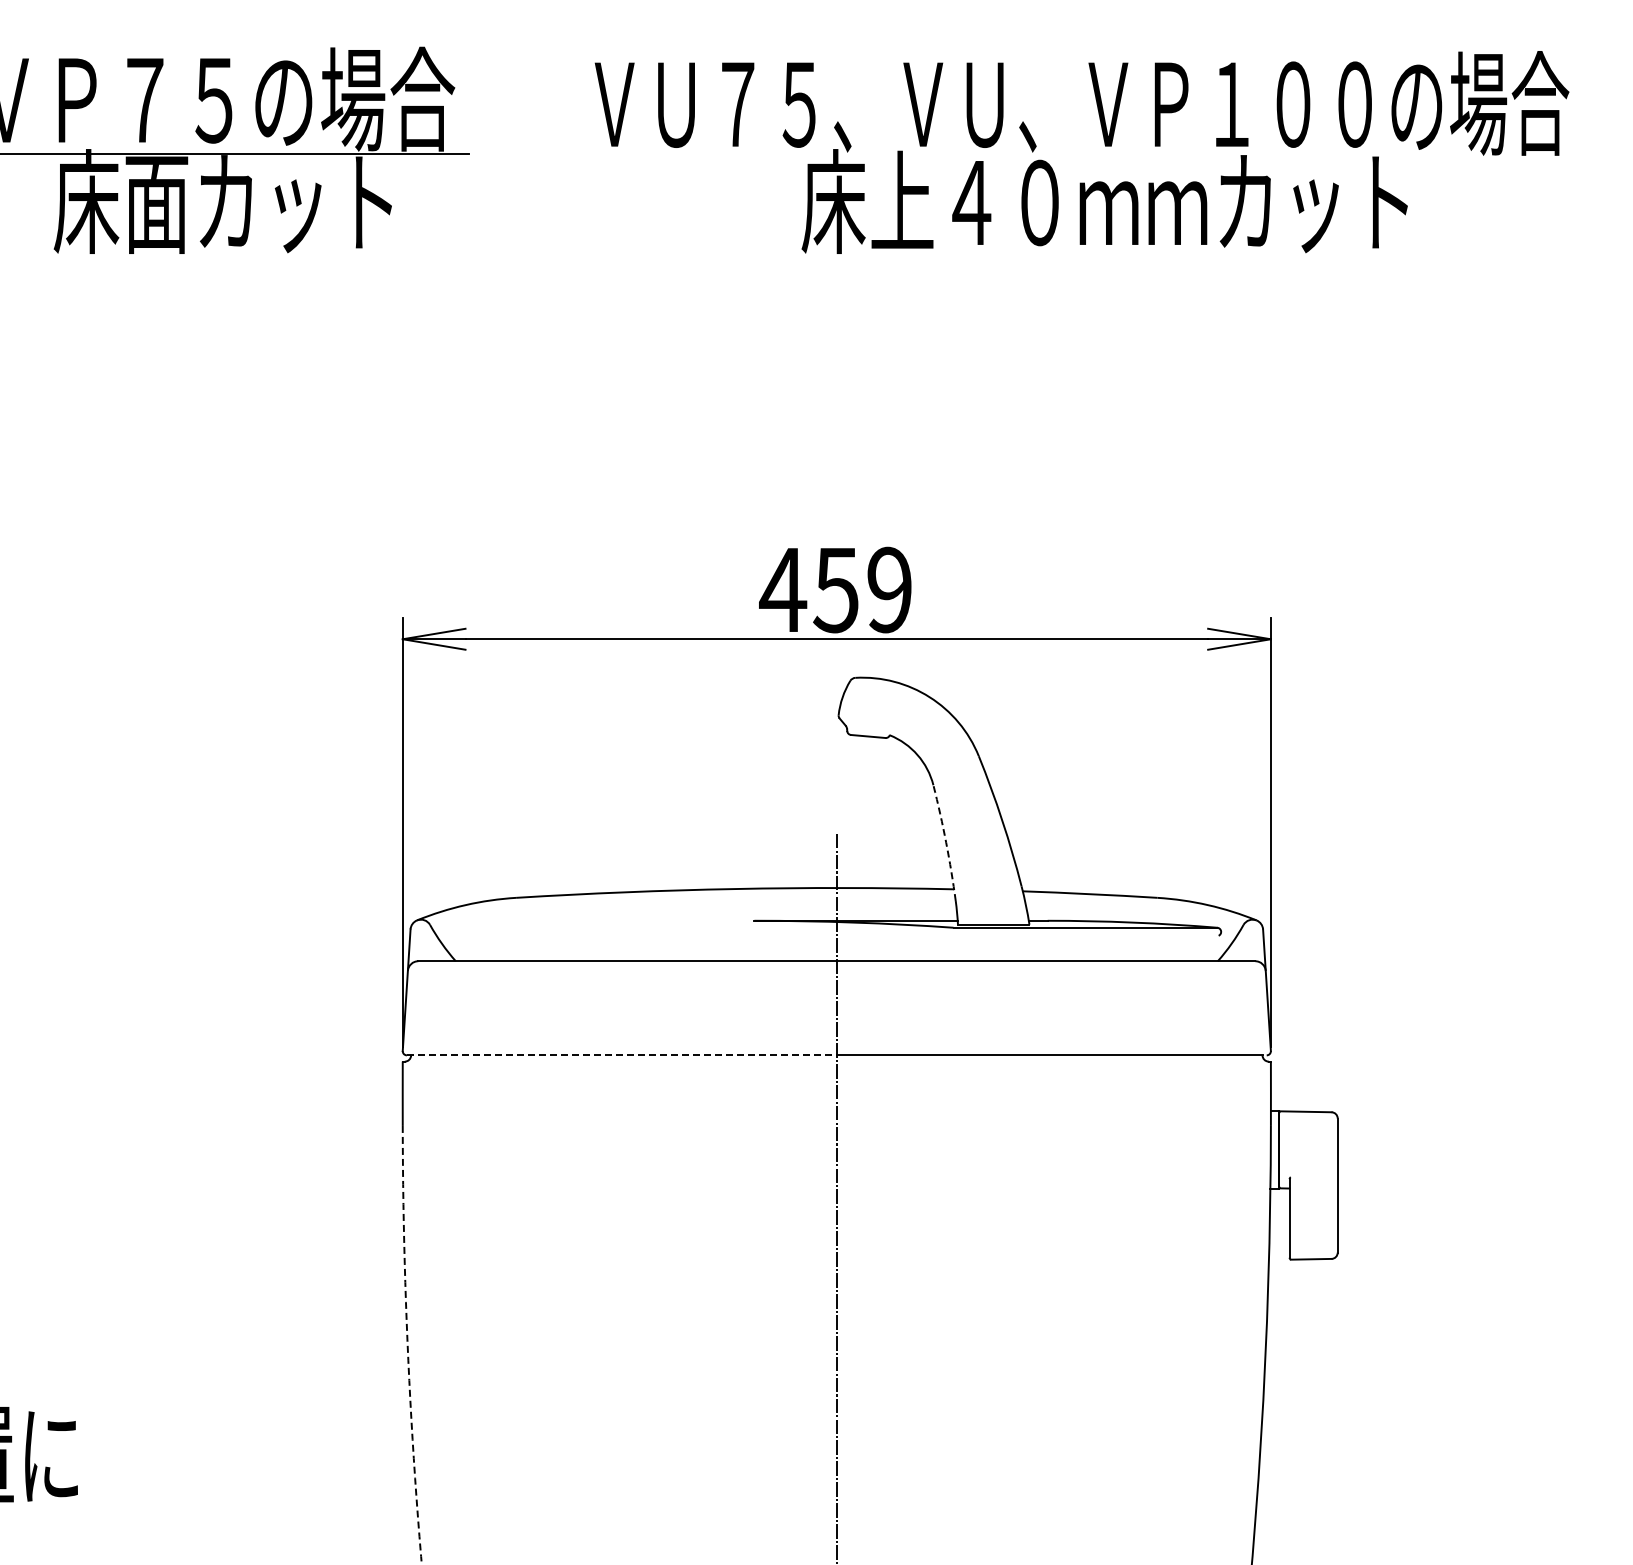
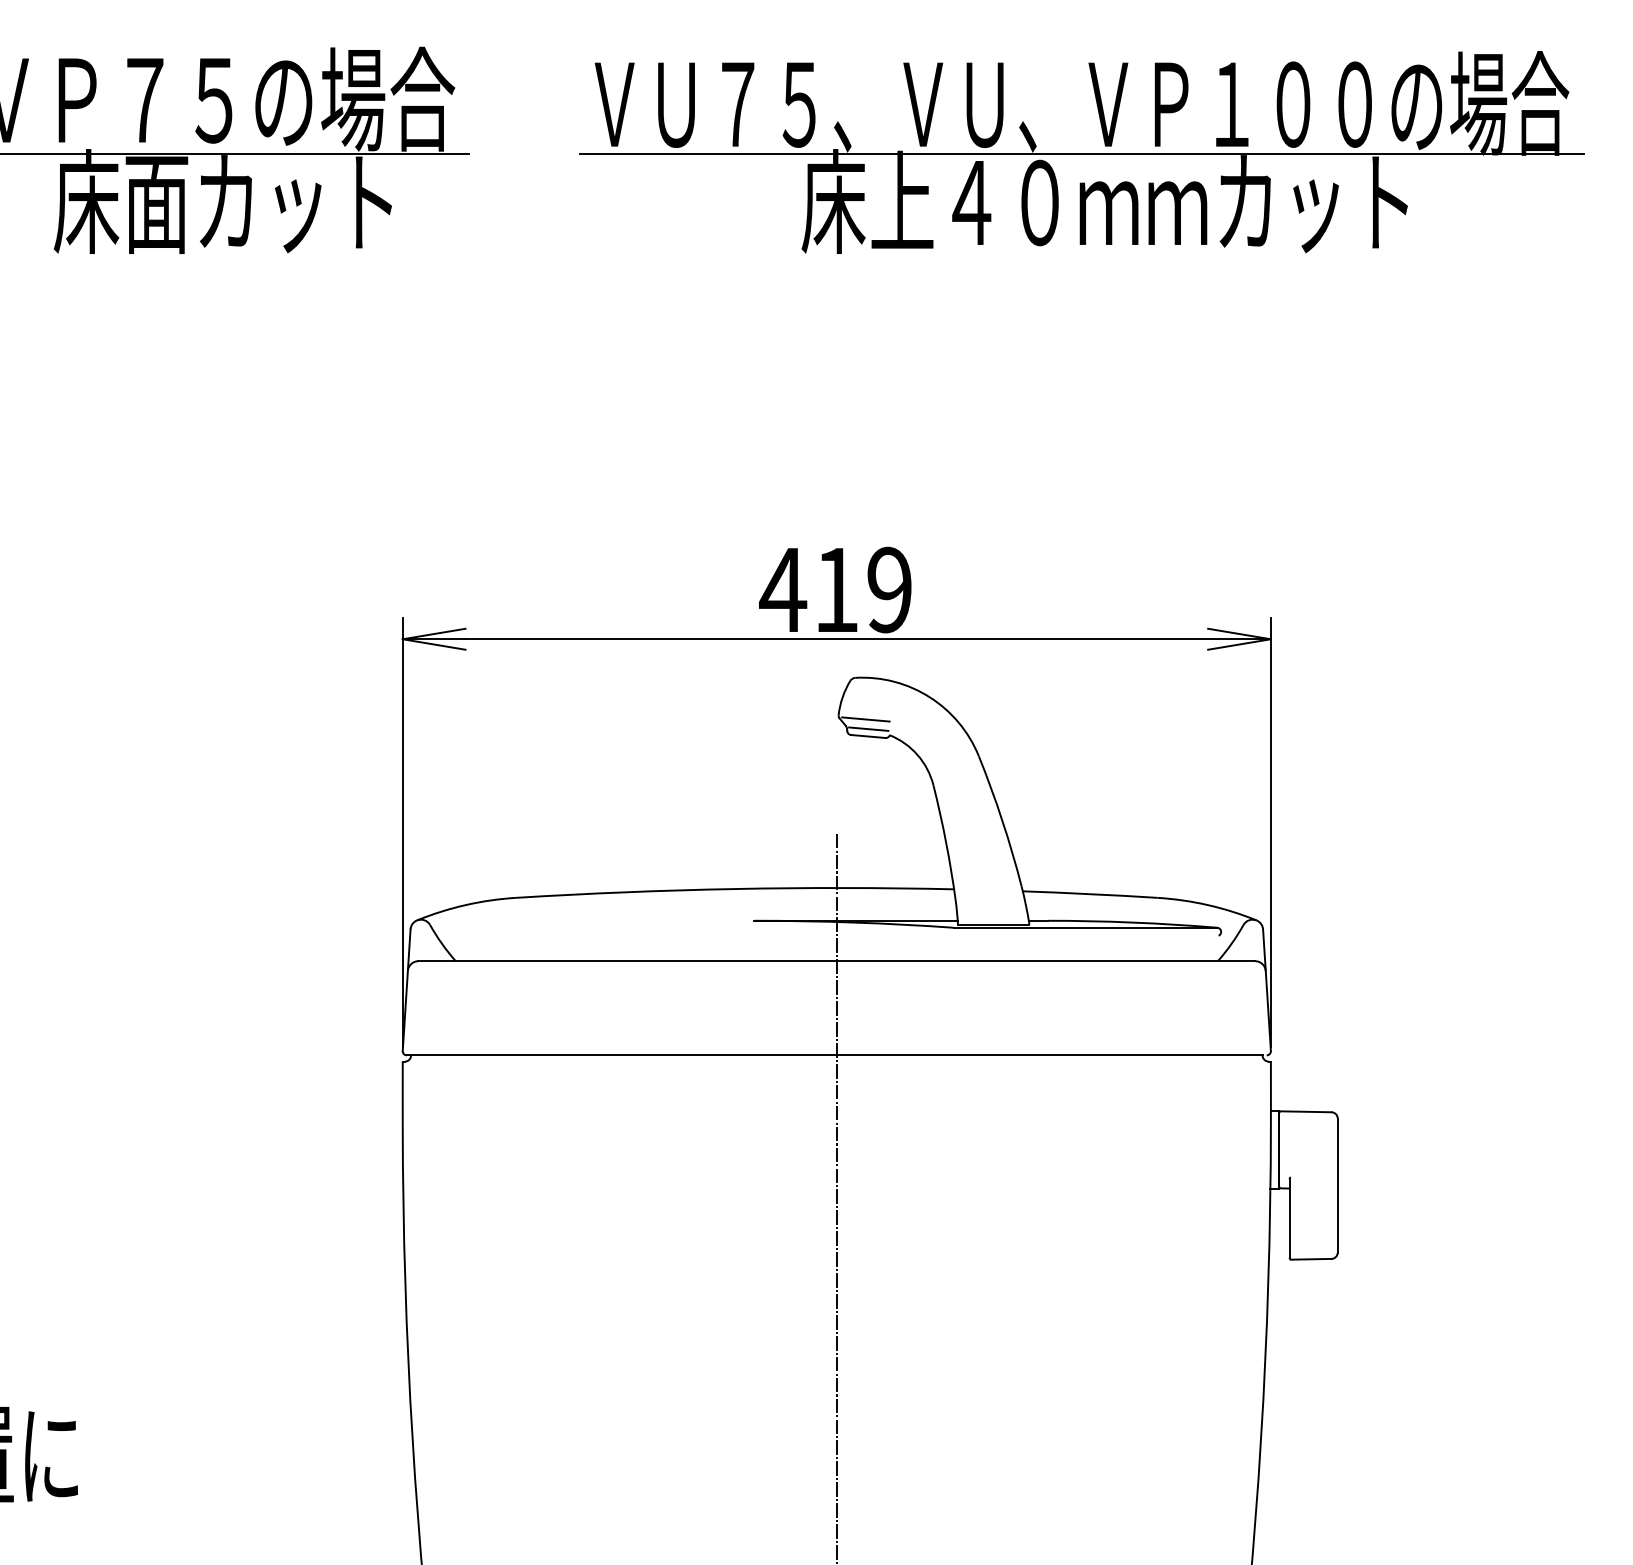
line at (1081, 153): none -> present
text at (835, 590): 459 -> 419
line at (865, 719): none -> present
line at (868, 728): none -> present
arc at (946, 842): dashed -> solid
line at (621, 1055): dashed -> solid
arc at (407, 1346): dashed -> solid
